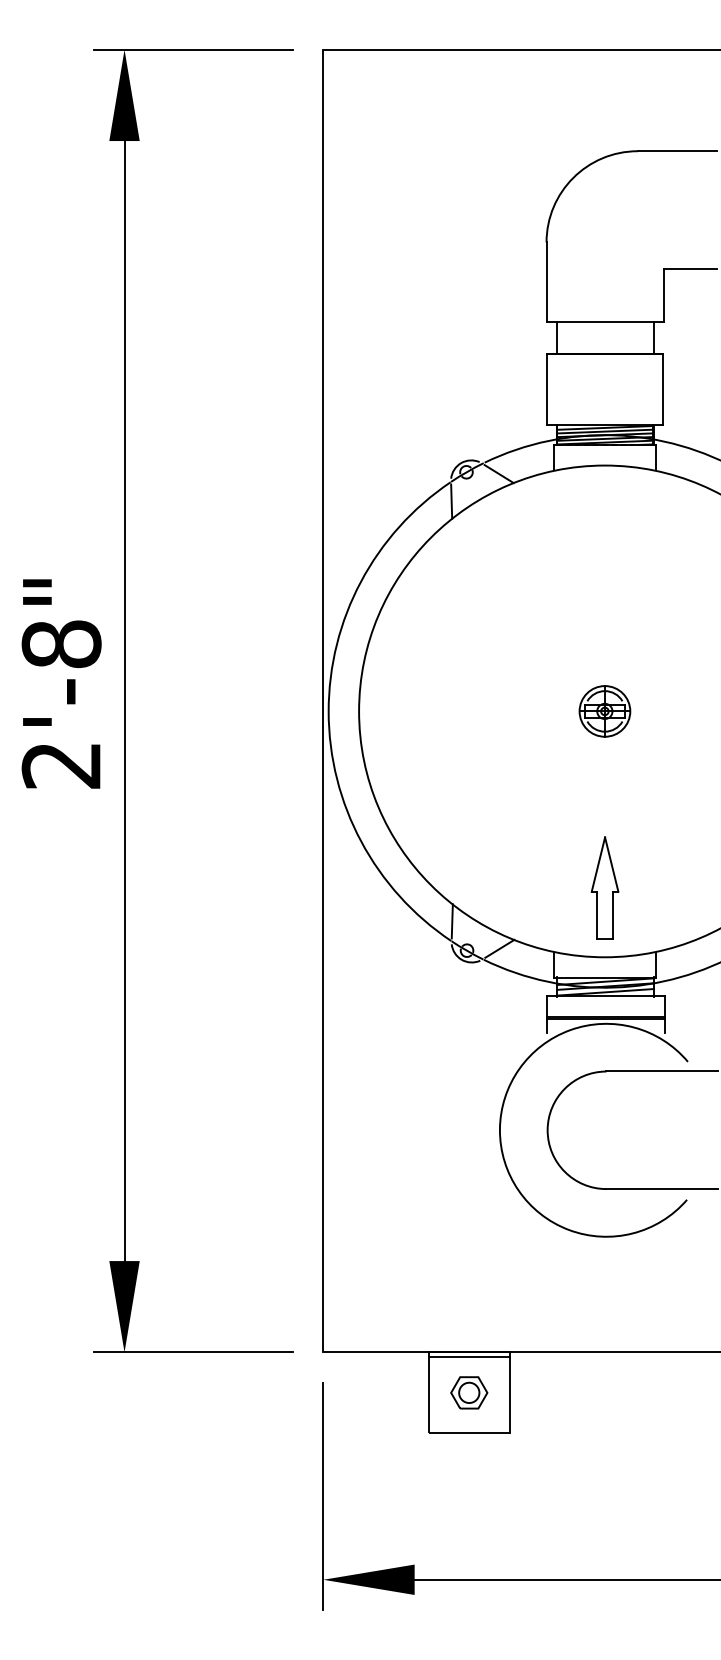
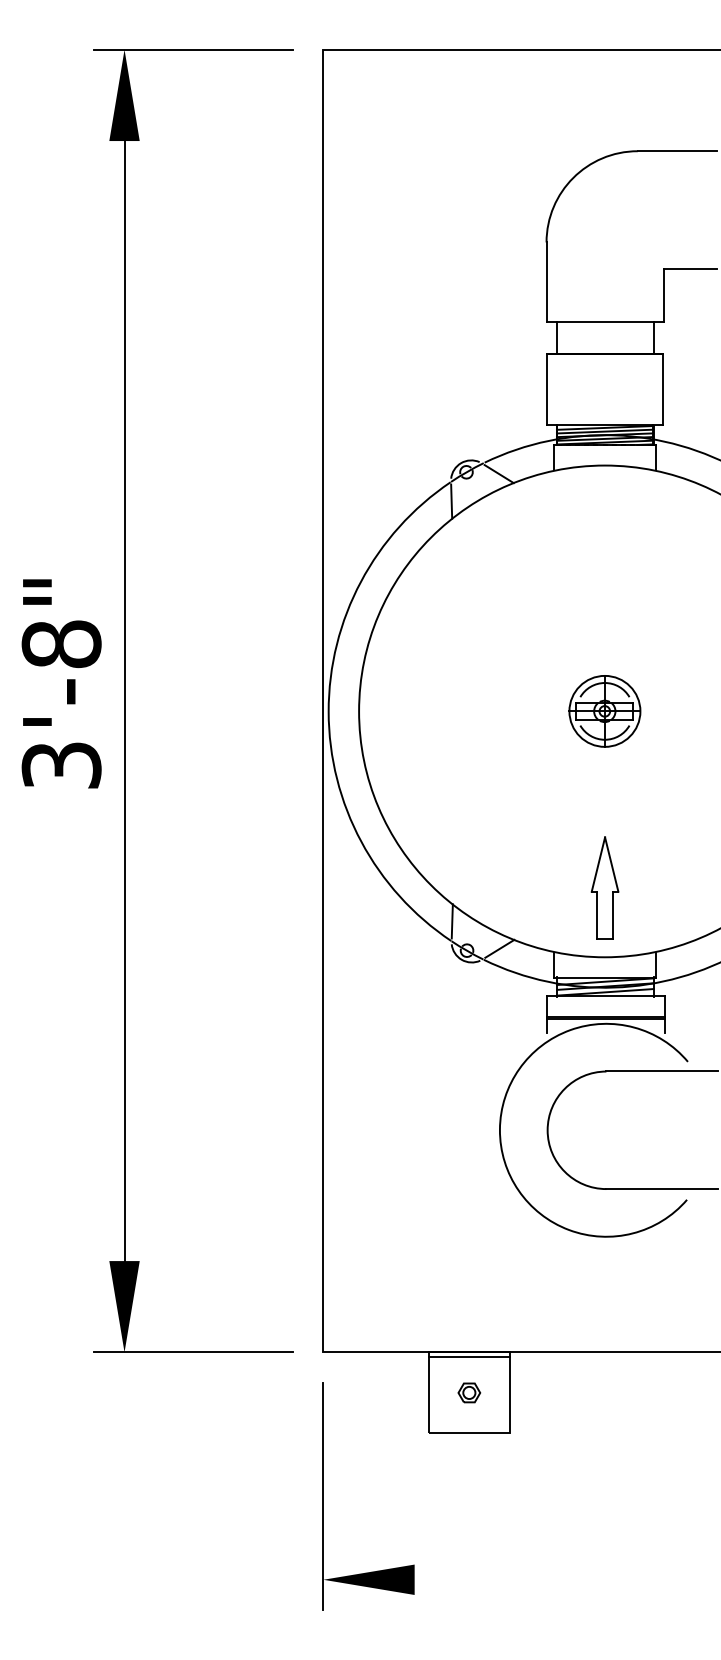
part at (604, 711) size: 54x53 px -> 74x73 px
text at (61, 765): 2'-8" -> 3'-8"
part at (469, 1392) size: 39x34 px -> 25x22 px
line at (565, 1579): present -> none
